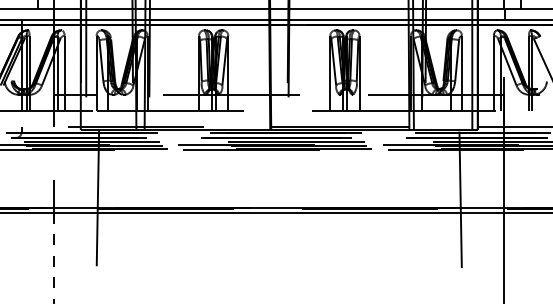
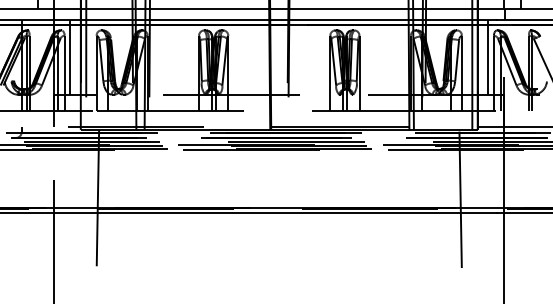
line at (70, 56): none -> present
line at (488, 56): none -> present
line at (54, 258): dashed -> solid
